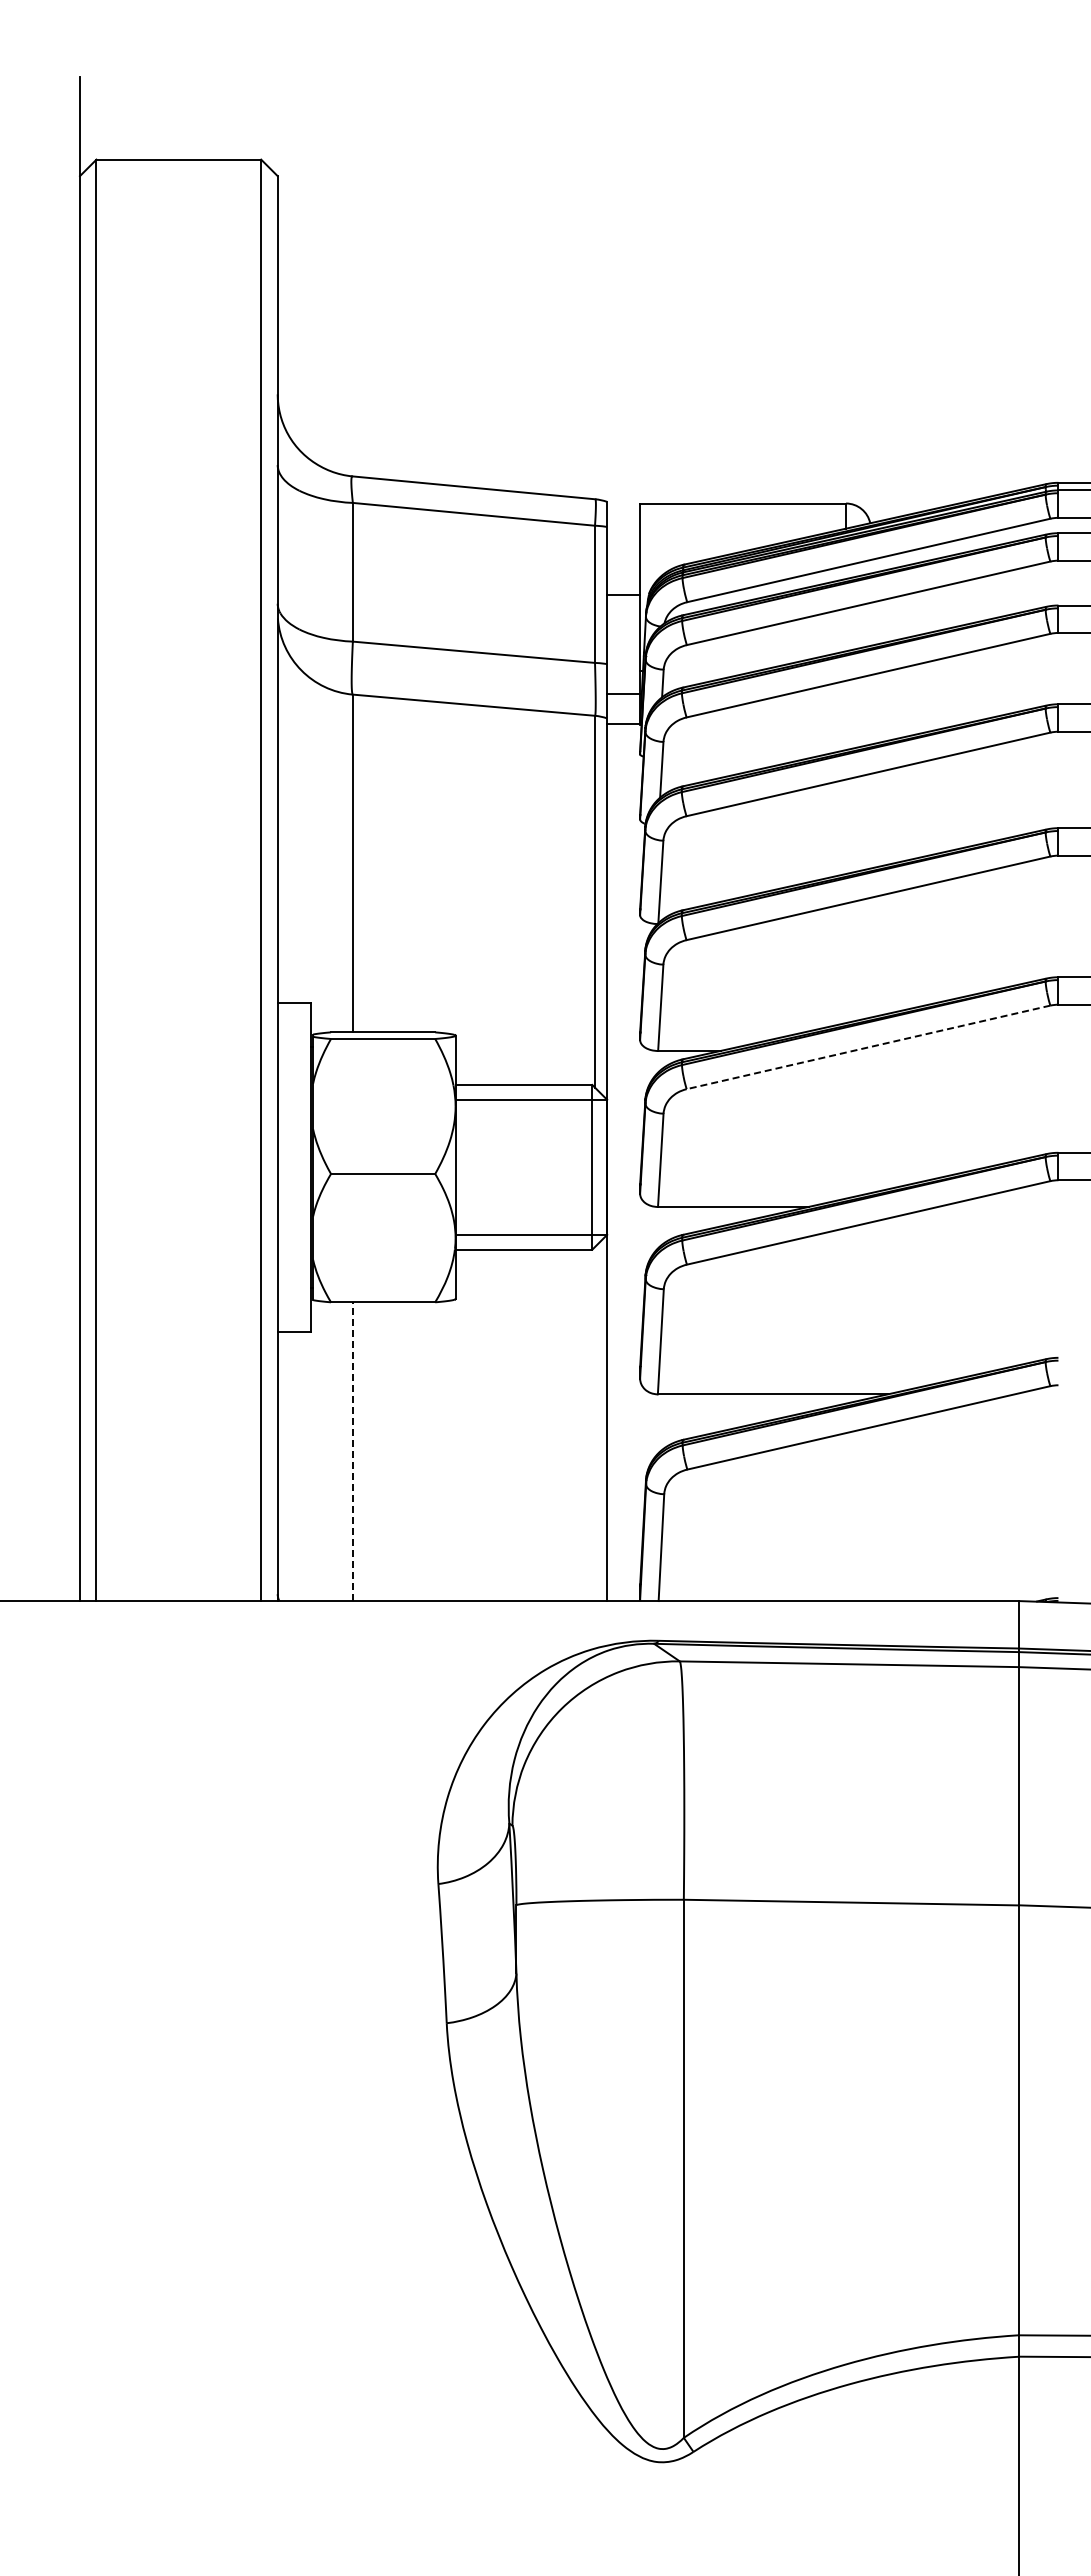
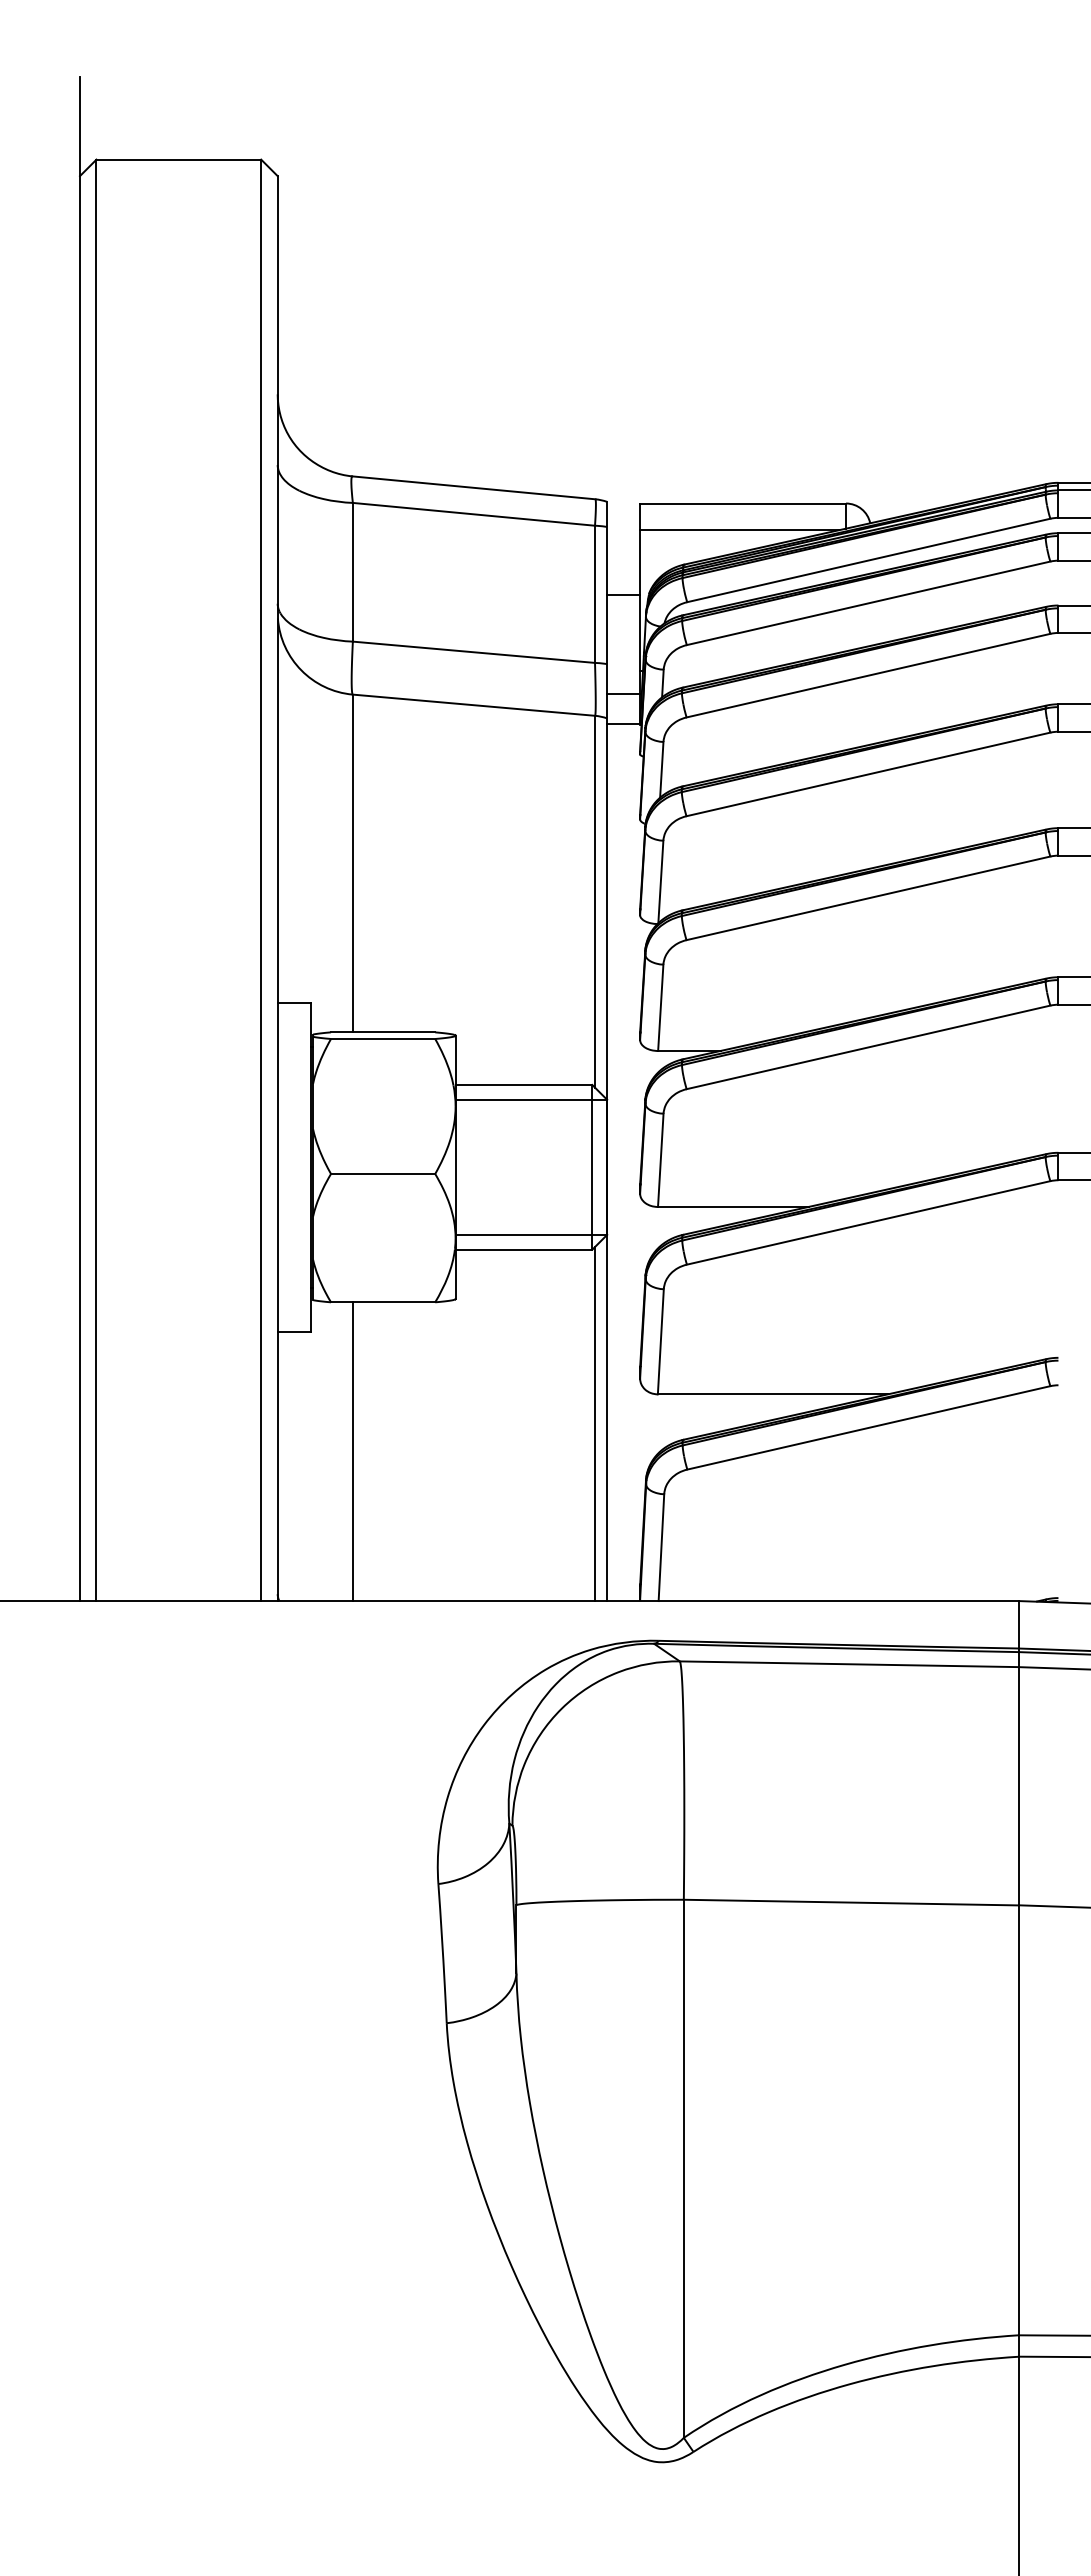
line at (739, 530): none -> present
line at (868, 1047): dashed -> solid
line at (595, 1424): none -> present
line at (352, 1451): dashed -> solid
